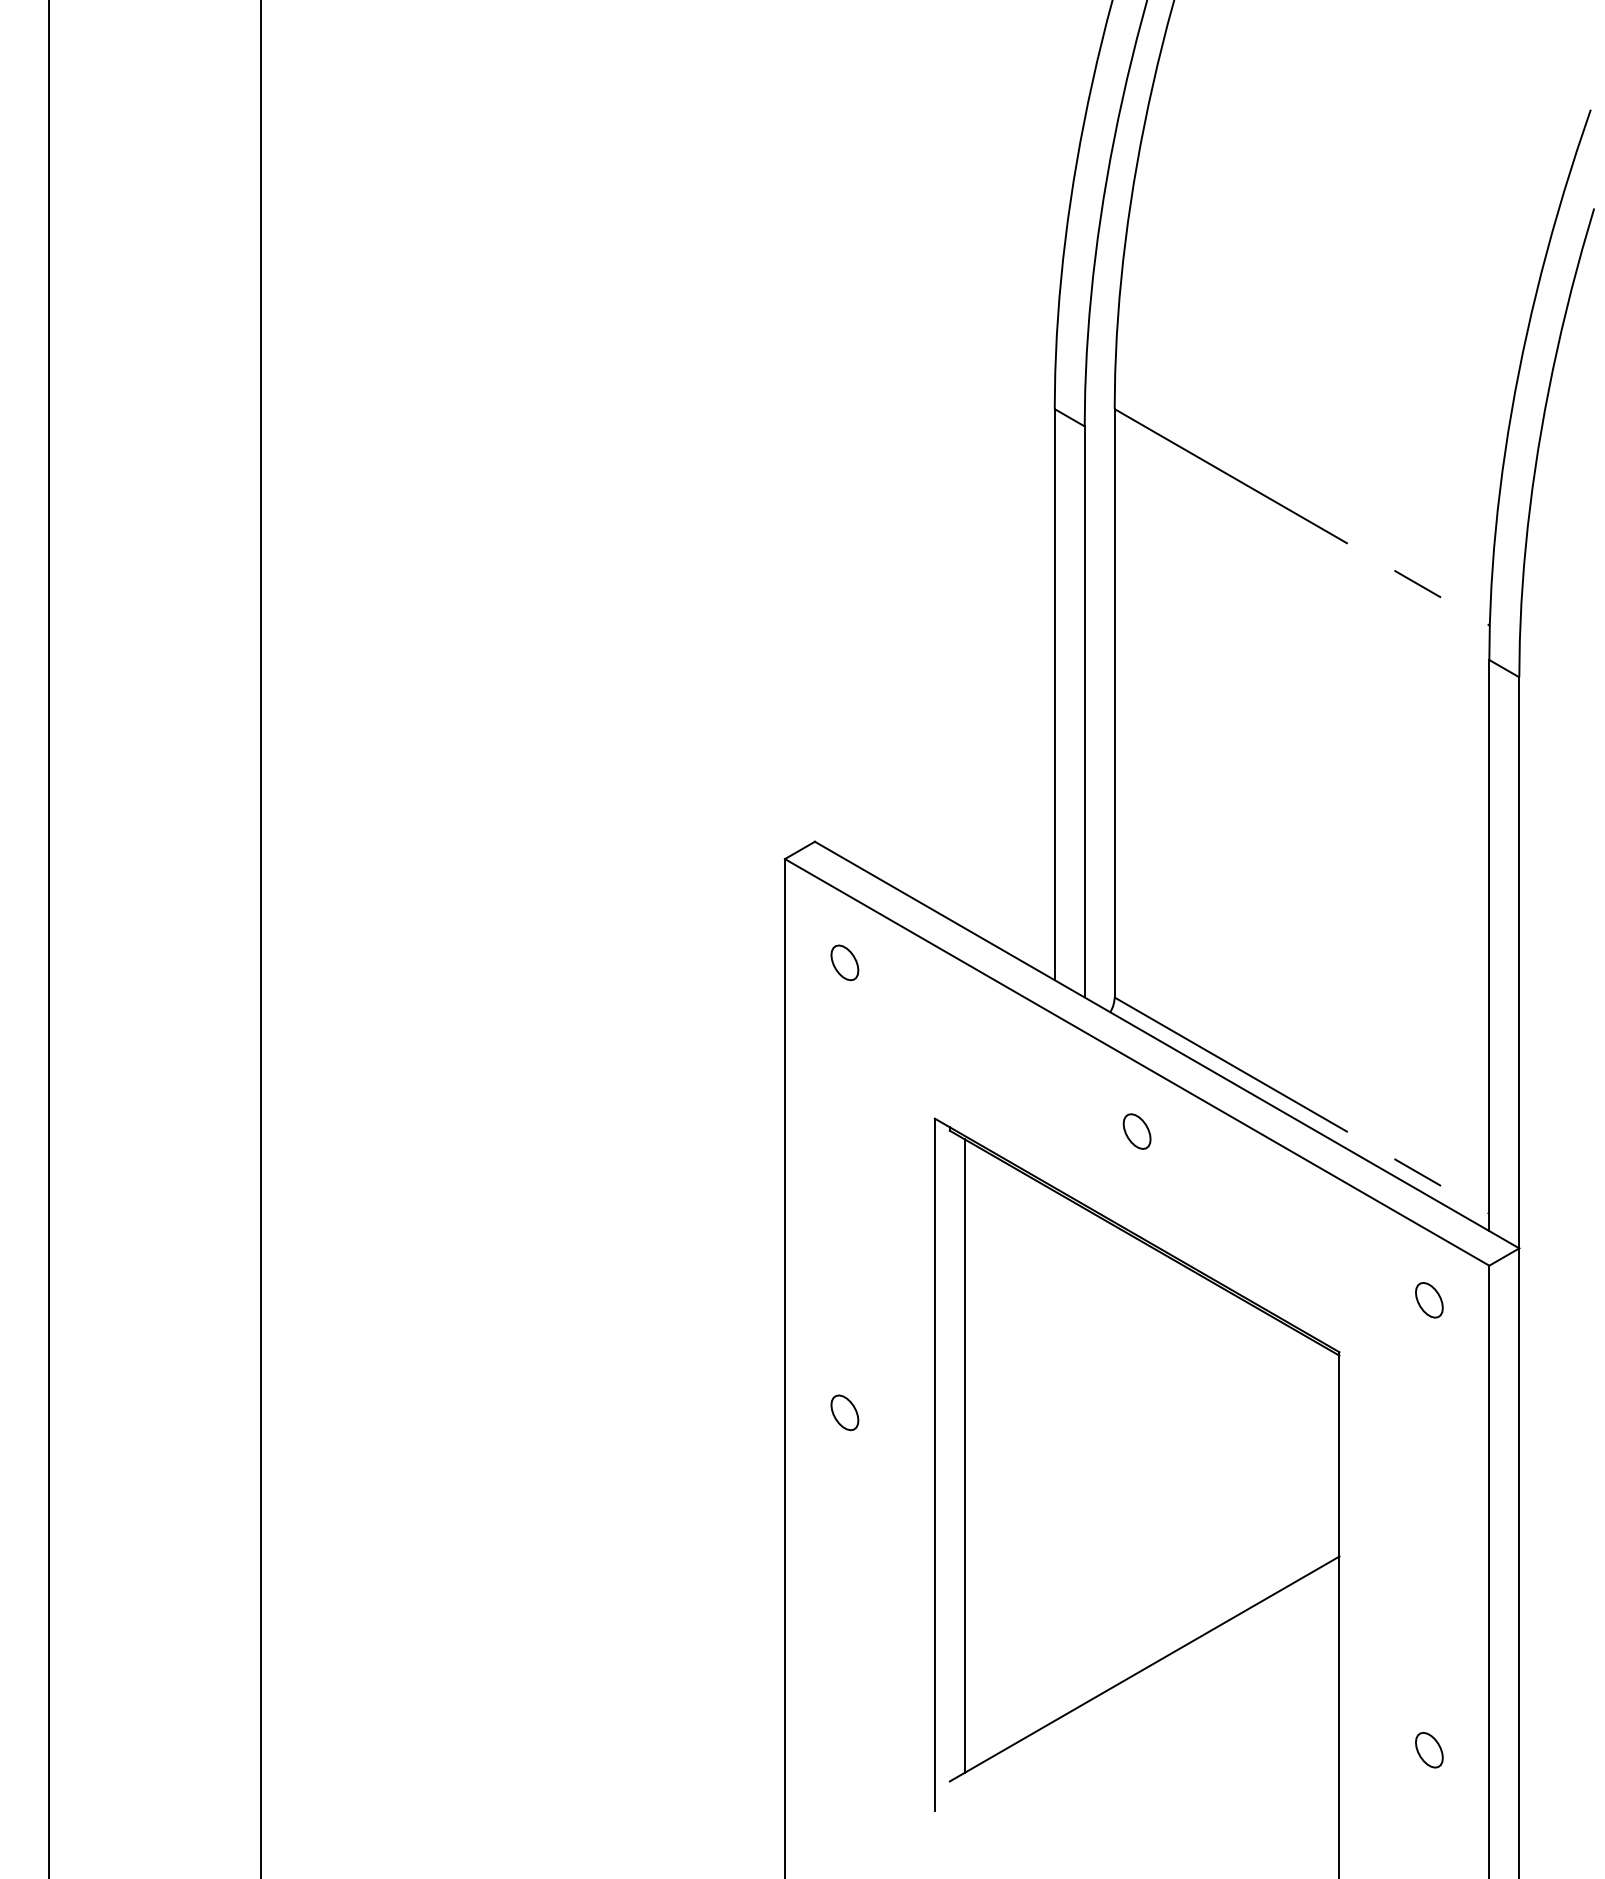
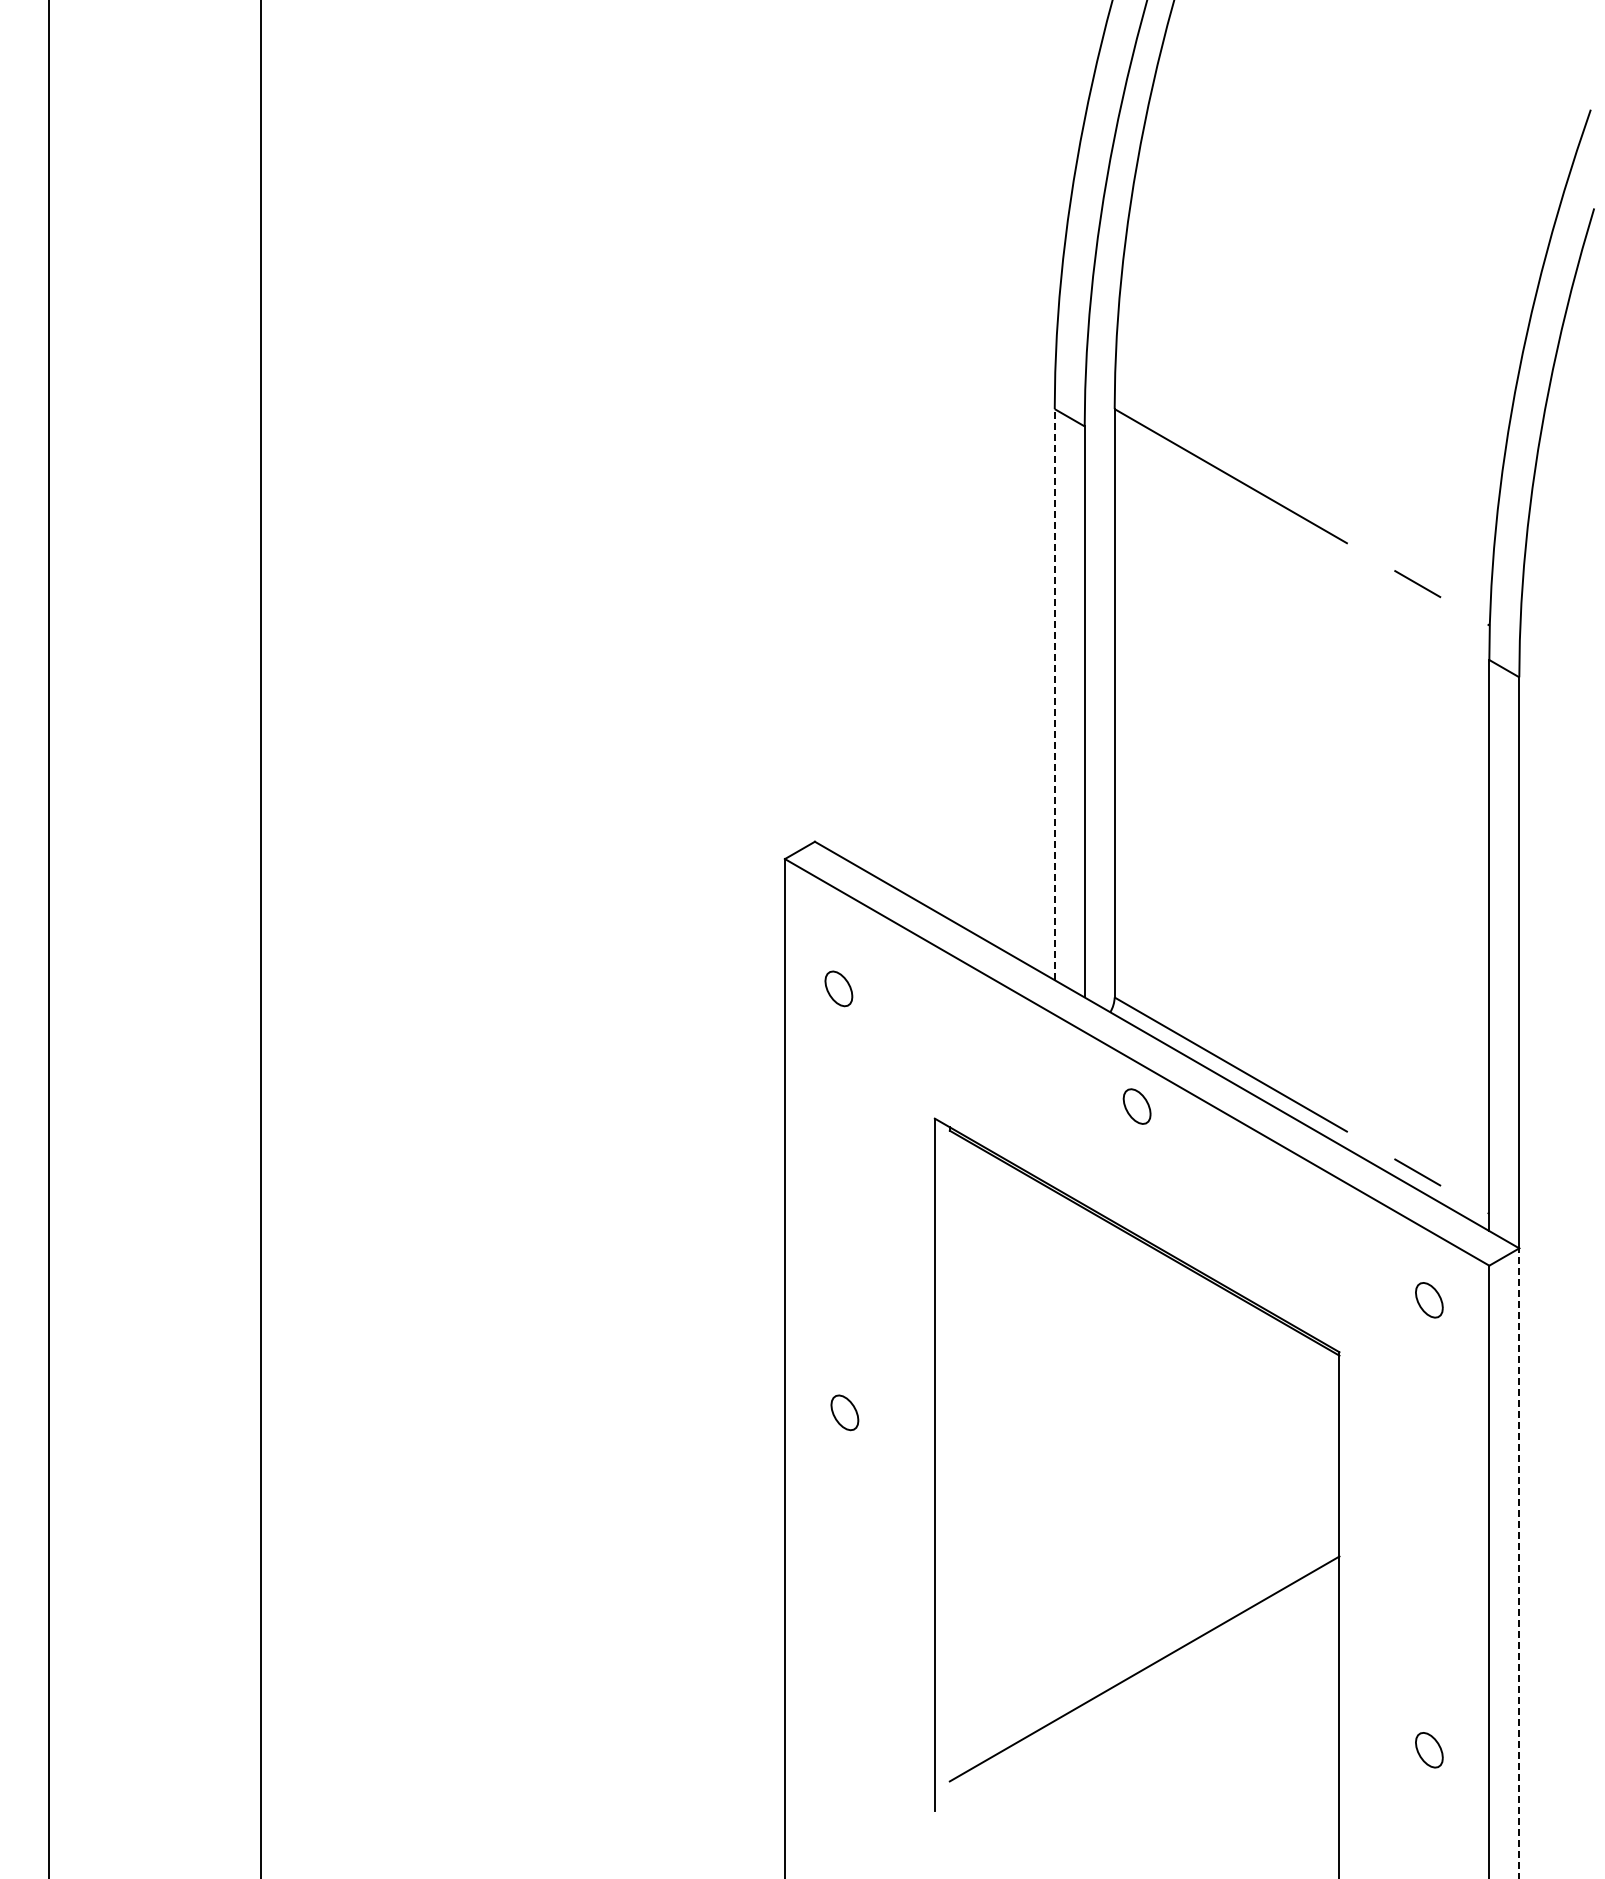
line at (1054, 694): solid -> dashed
part at (844, 962) position: (844, 962) -> (838, 988)
part at (1136, 1131) position: (1136, 1131) -> (1136, 1106)
line at (964, 1455): present -> none
line at (1519, 1563): solid -> dashed
